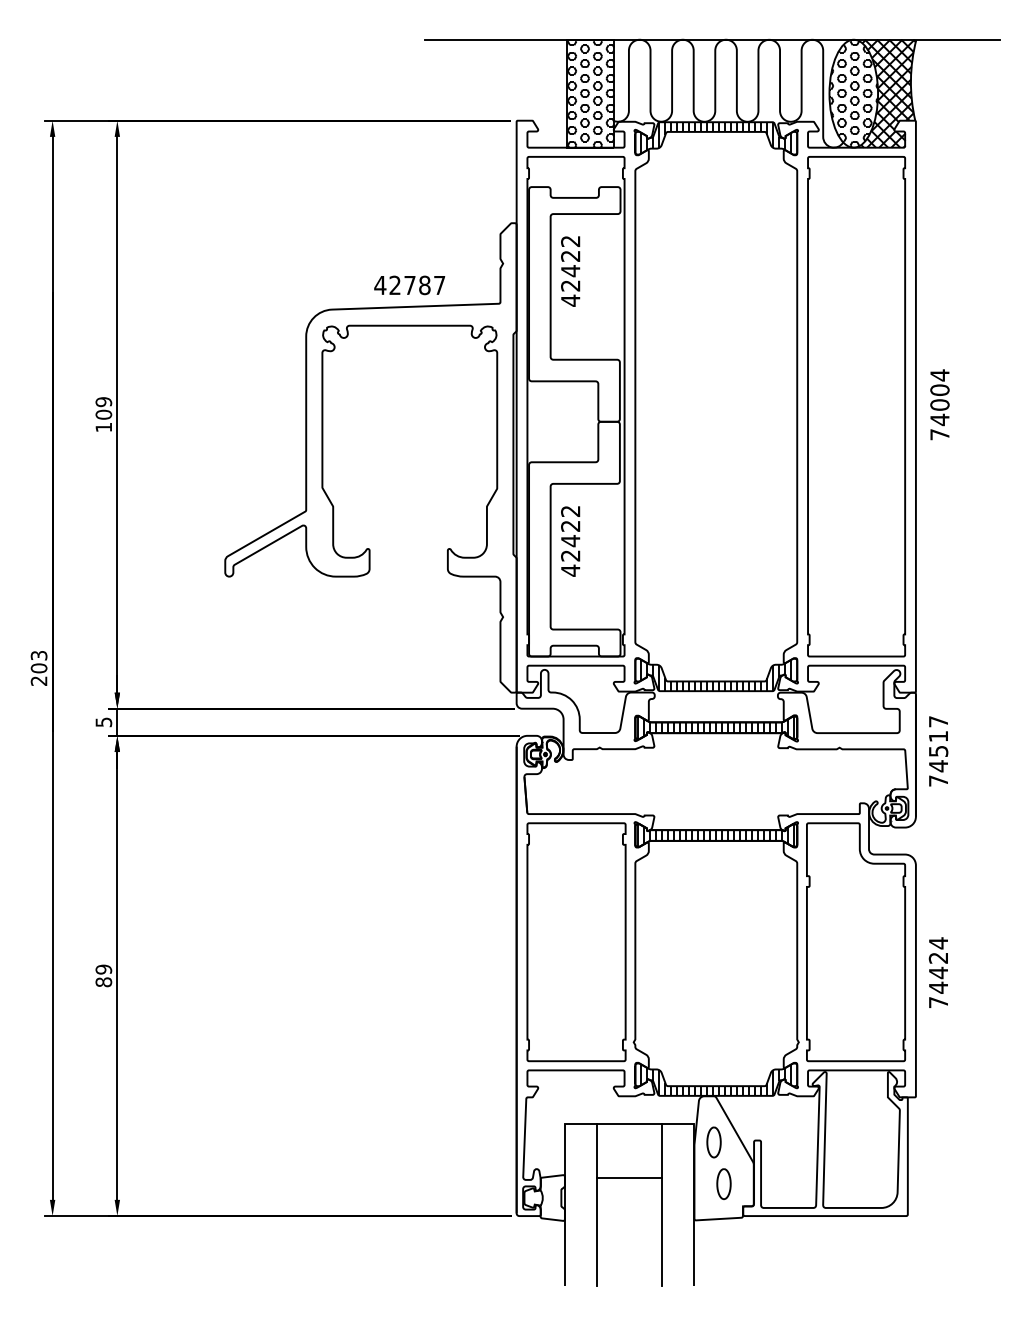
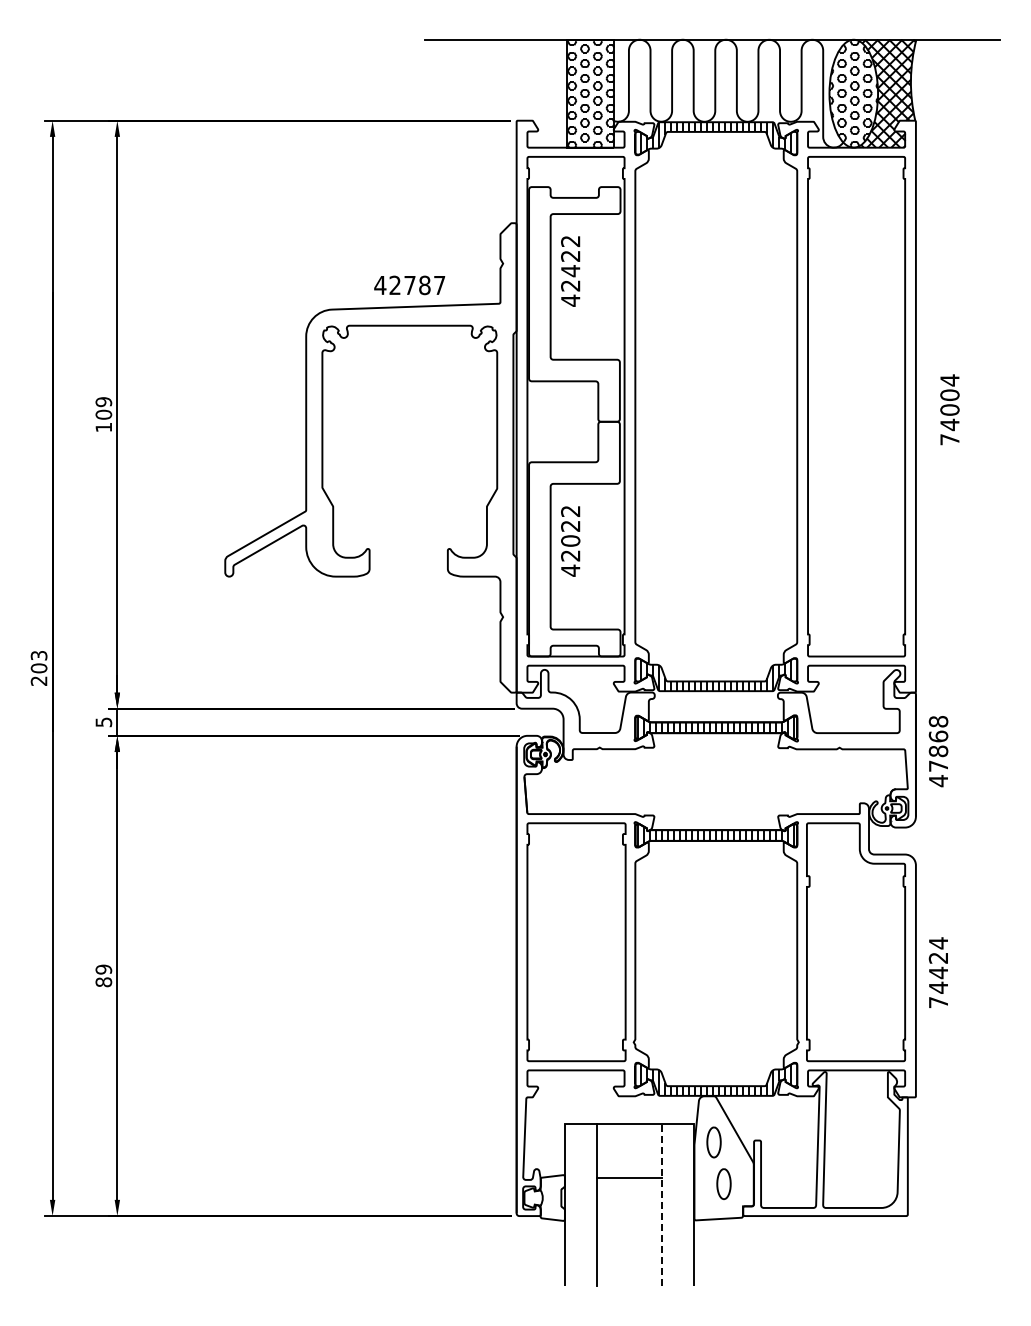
text at (939, 404) position: (939, 404) -> (949, 409)
text at (570, 541): 42422 -> 42022
text at (938, 751): 74517 -> 47868
line at (662, 1205): solid -> dashed
